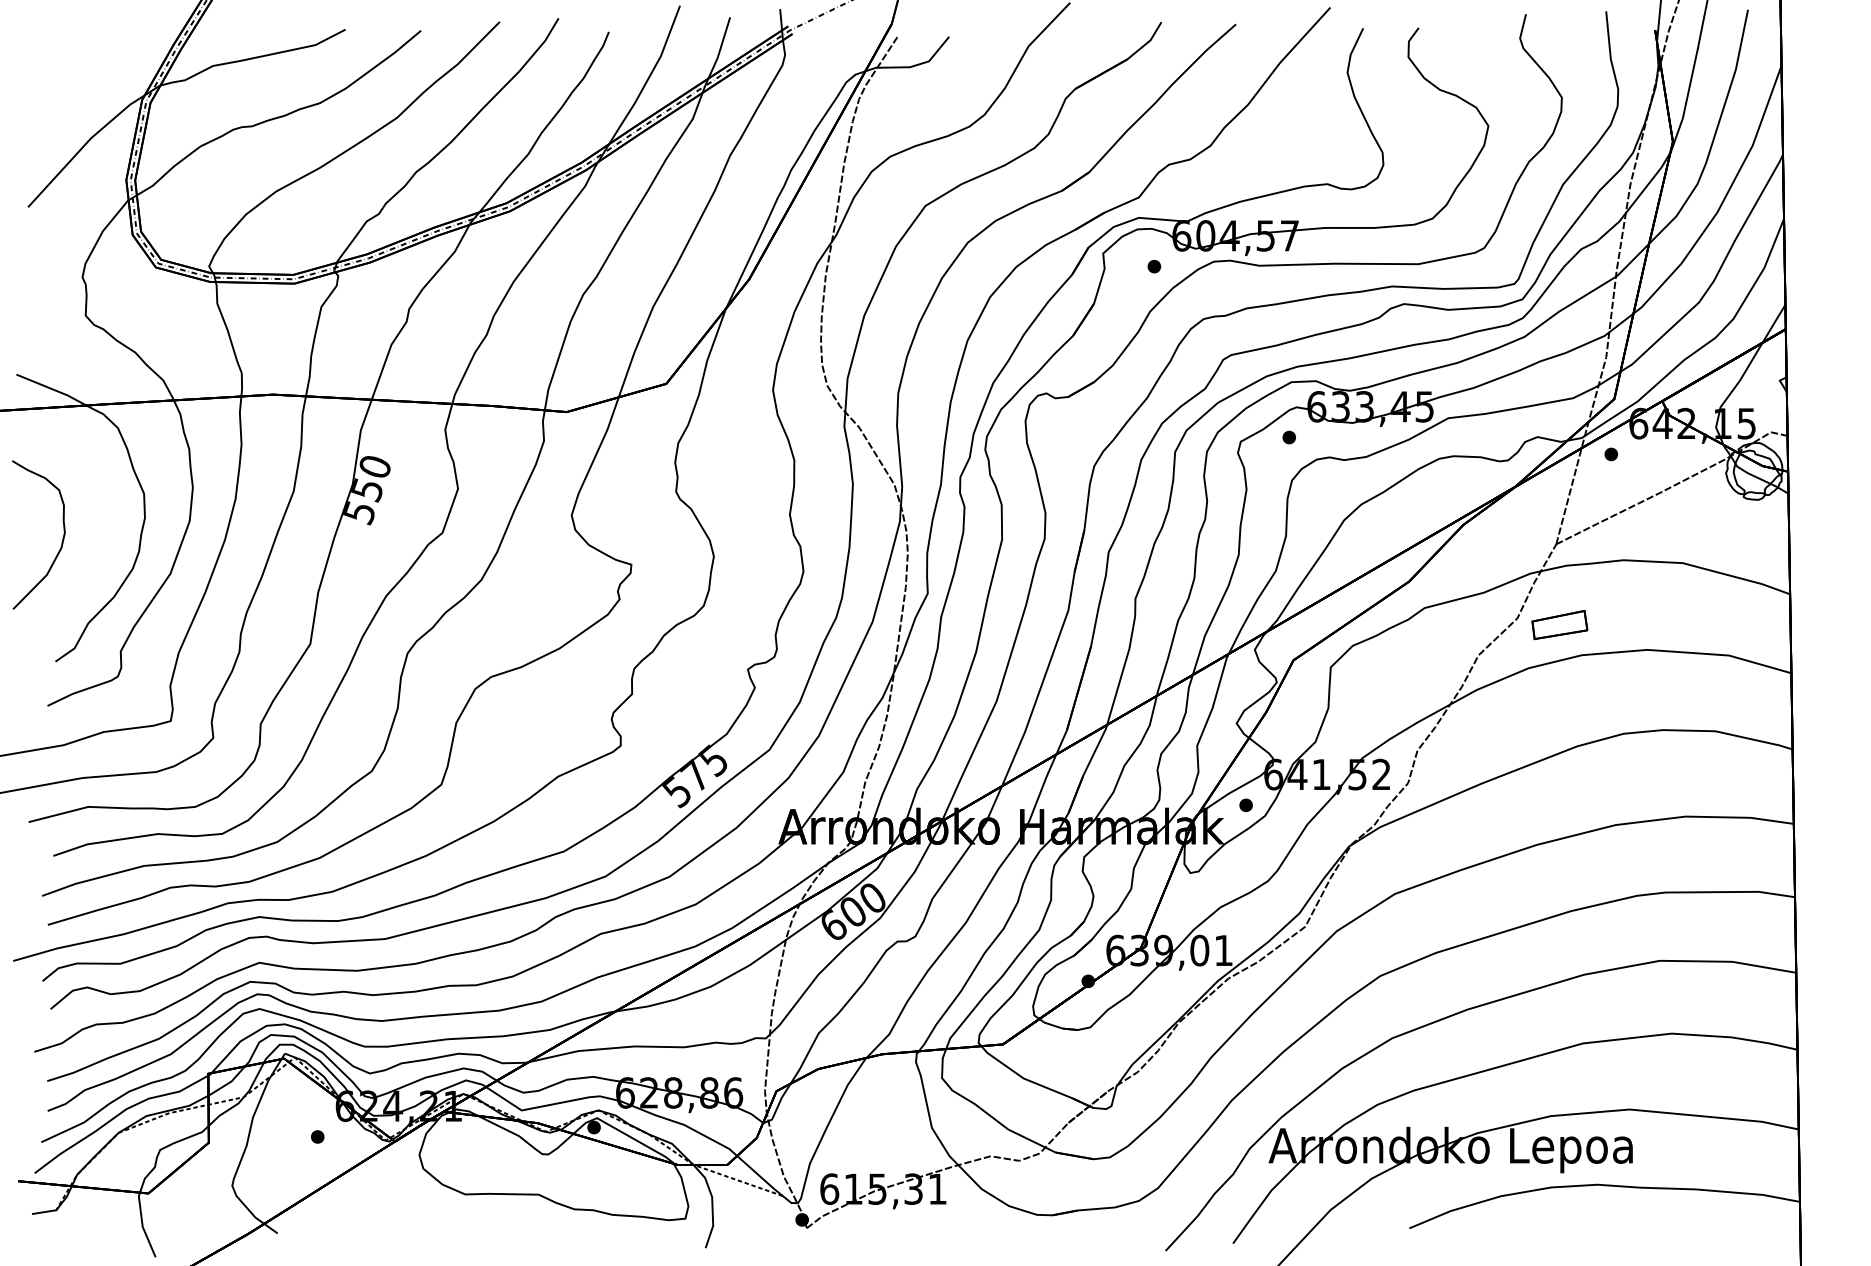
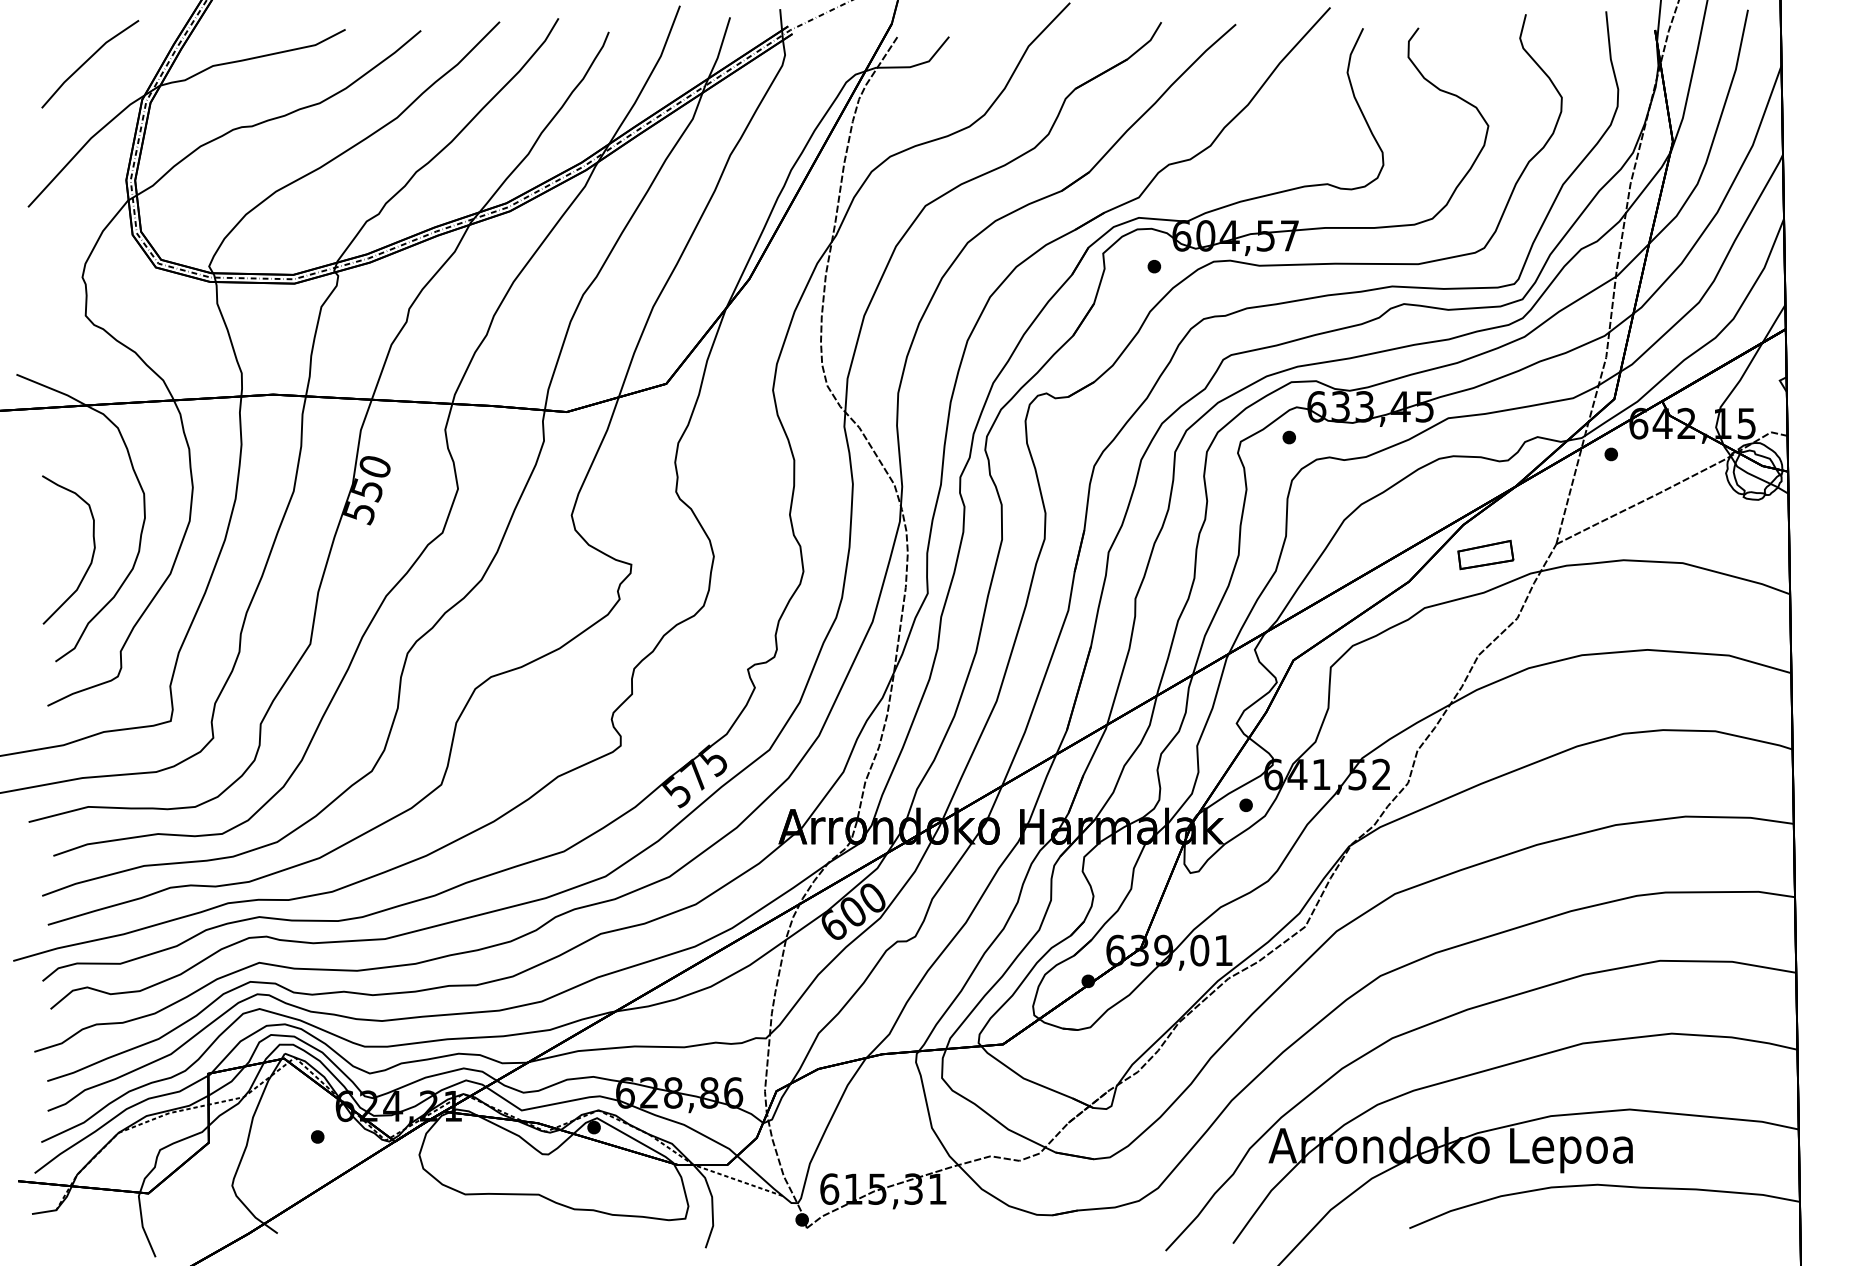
line at (87, 61): none -> present
curve at (62, 537) position: (62, 537) -> (92, 552)
part at (1559, 624) position: (1559, 624) -> (1485, 554)
